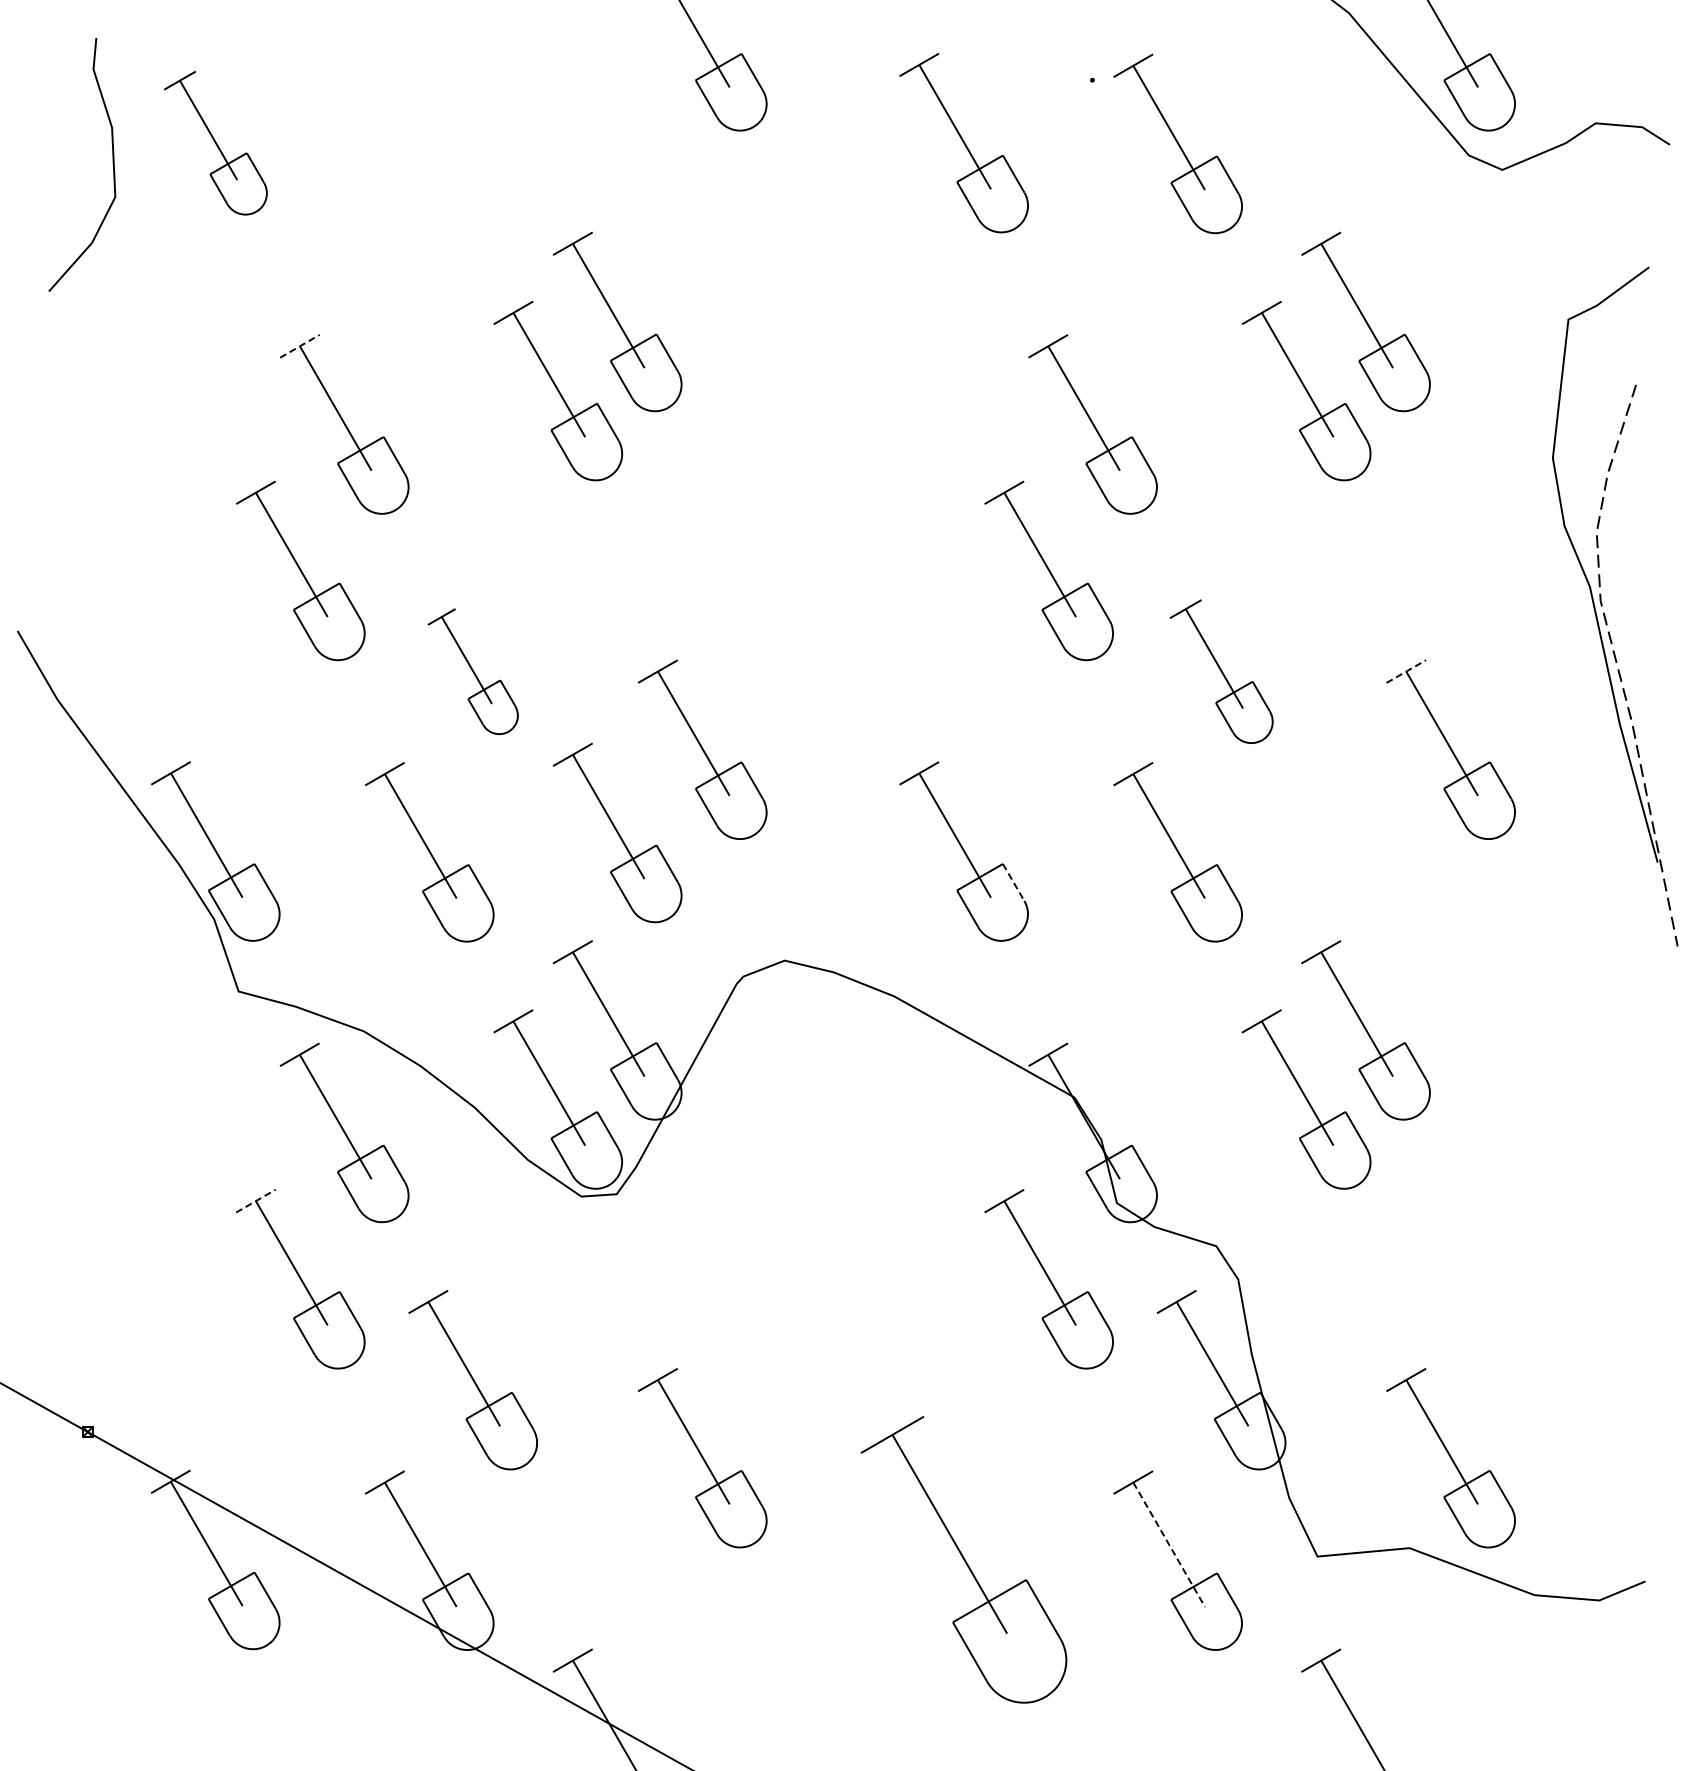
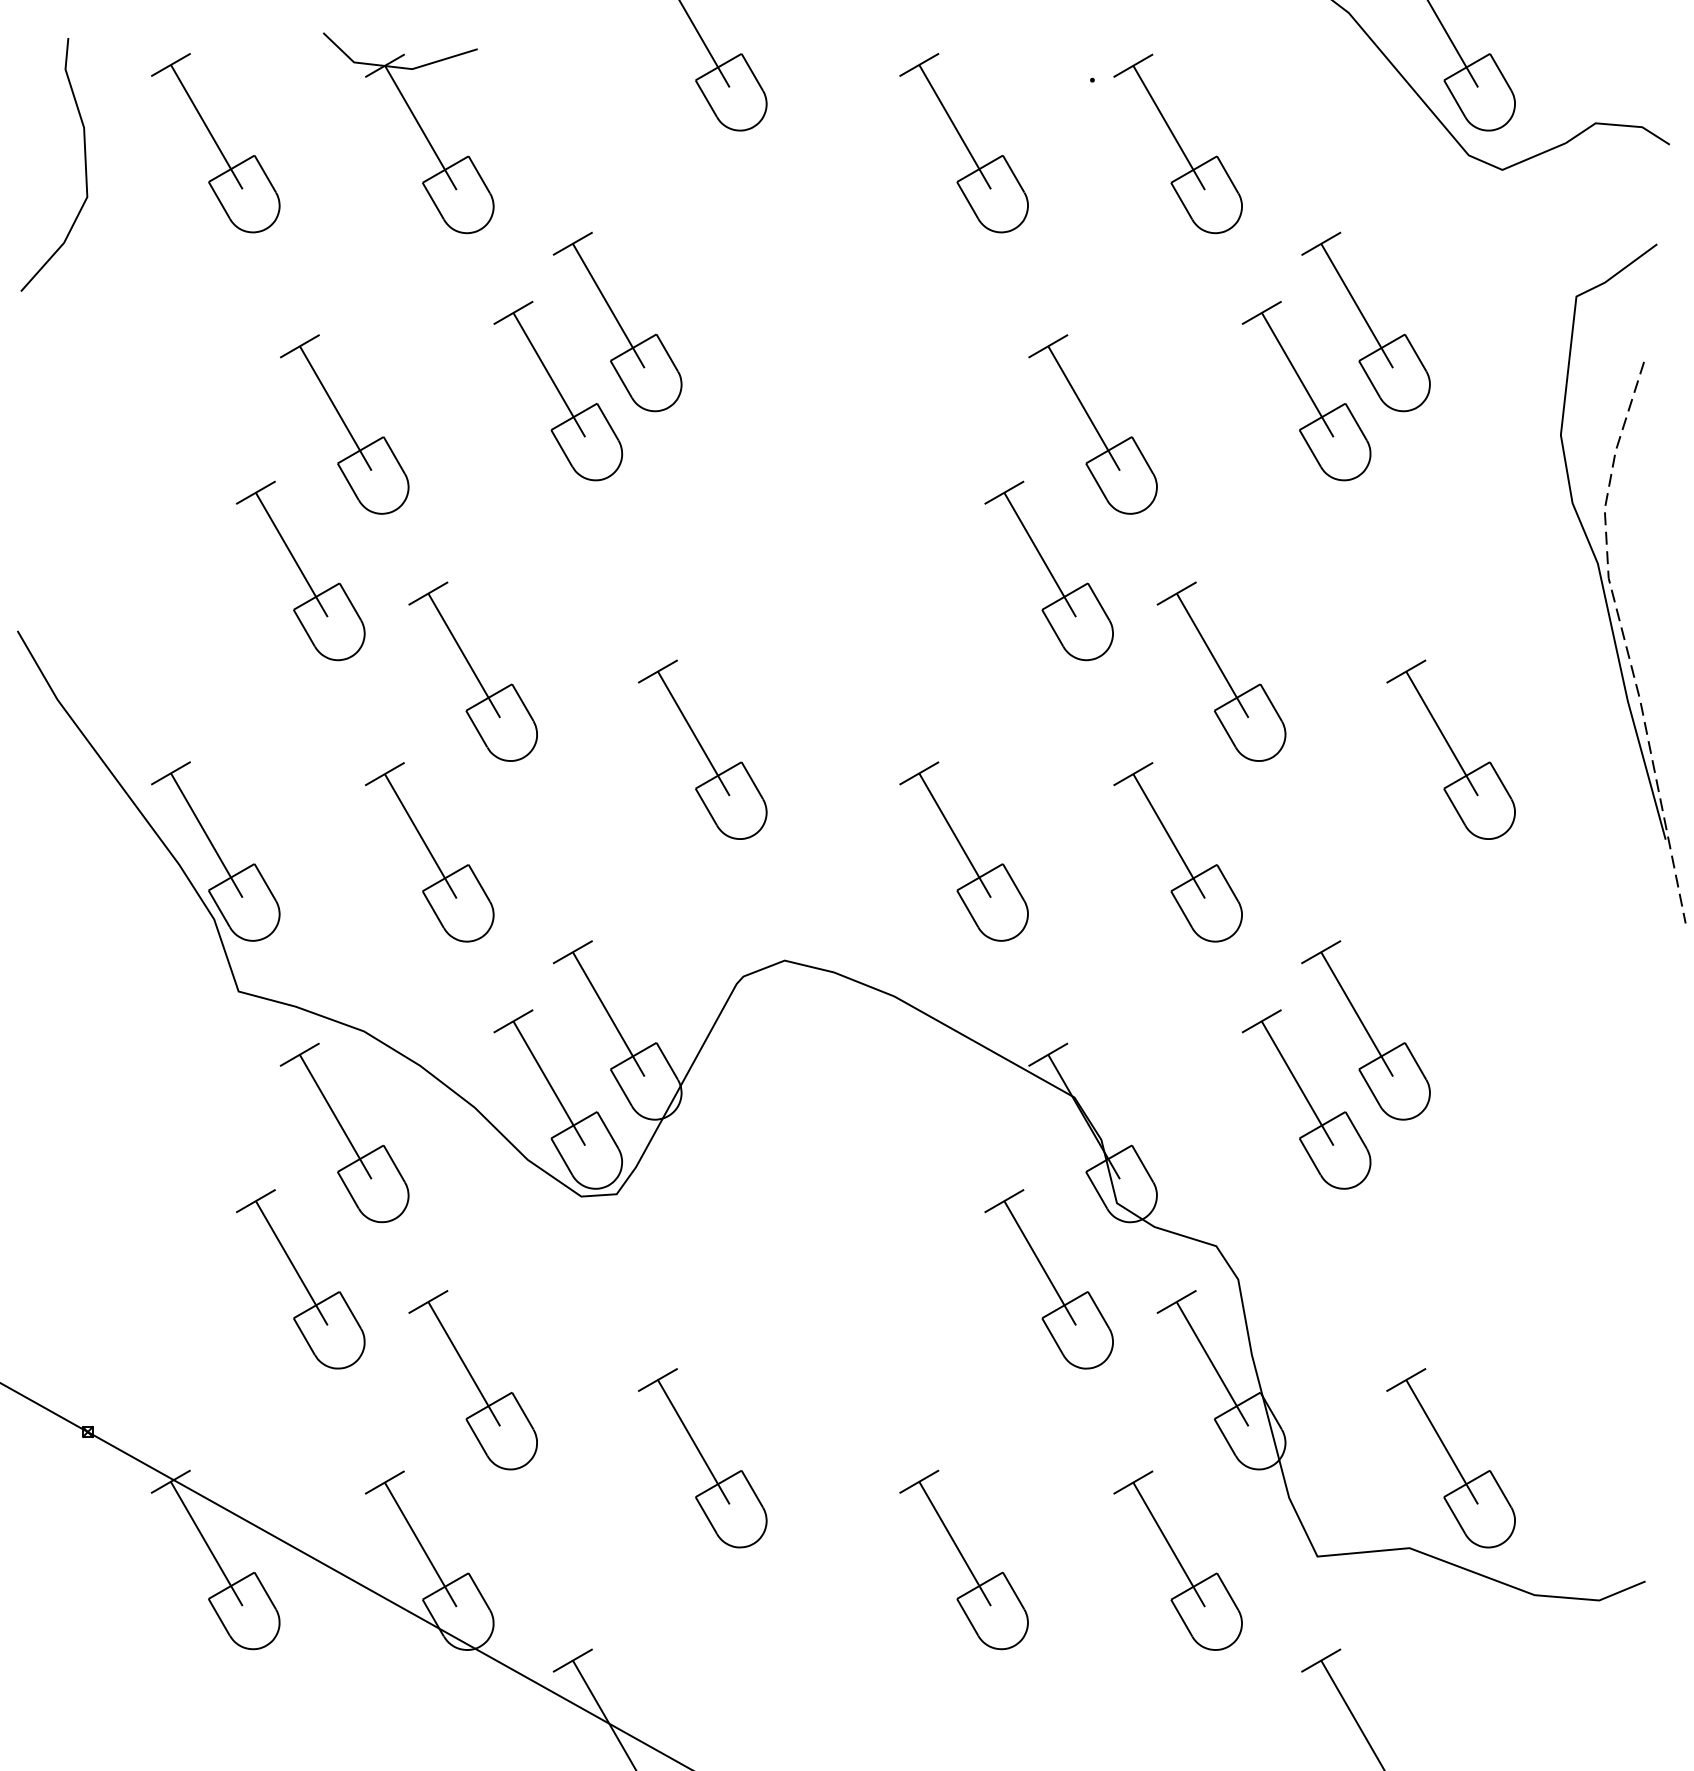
part at (419, 127): none -> present
part at (215, 143) size: 104x145 px -> 130x181 px
curve at (112, 164) position: (112, 164) -> (84, 164)
line at (299, 346): dashed -> solid
part at (1604, 612) position: (1604, 612) -> (1612, 589)
part at (472, 671) size: 92x127 px -> 130x181 px
part at (1221, 671) size: 105x145 px -> 131x181 px
line at (1406, 671): dashed -> solid
part at (617, 832): present -> none
line at (1013, 882): dashed -> solid
line at (255, 1201): dashed -> solid
line at (1169, 1544): dashed -> solid
part at (963, 1559) size: 208x288 px -> 130x182 px
